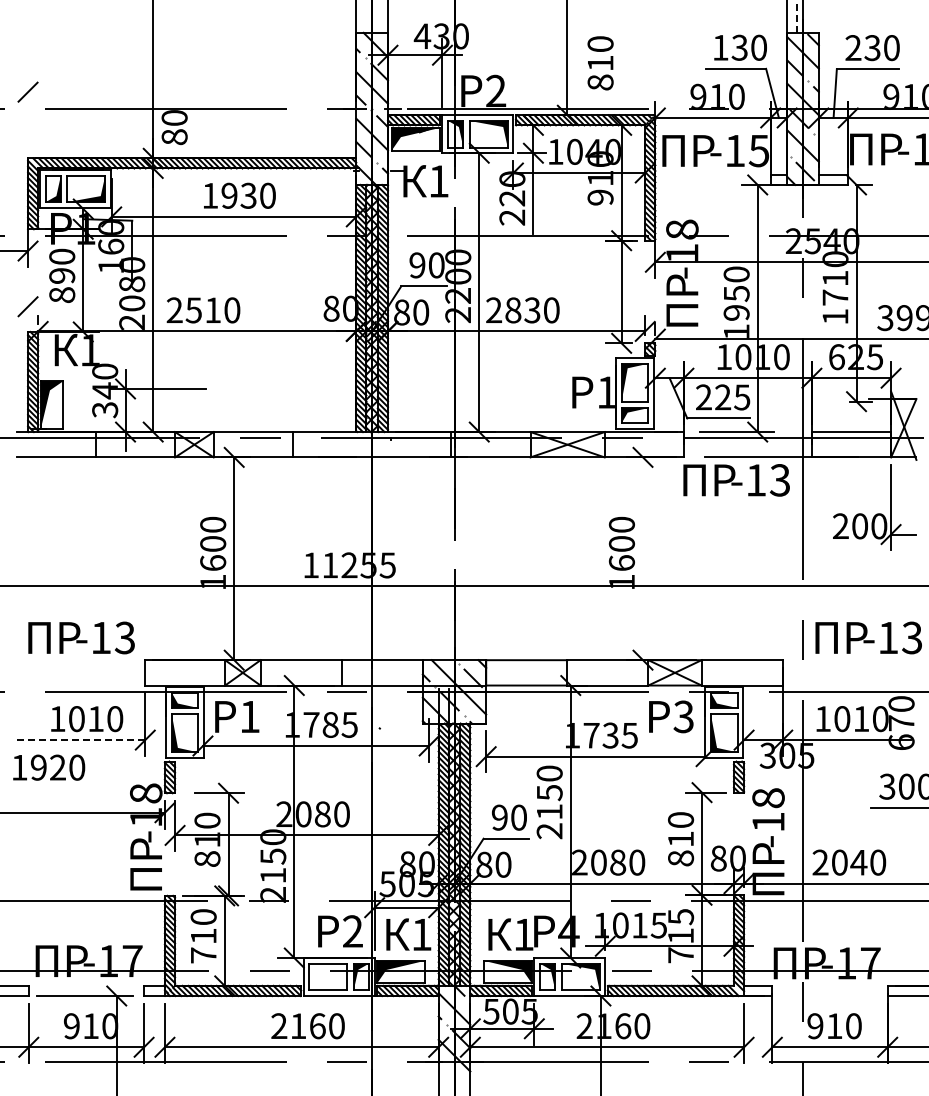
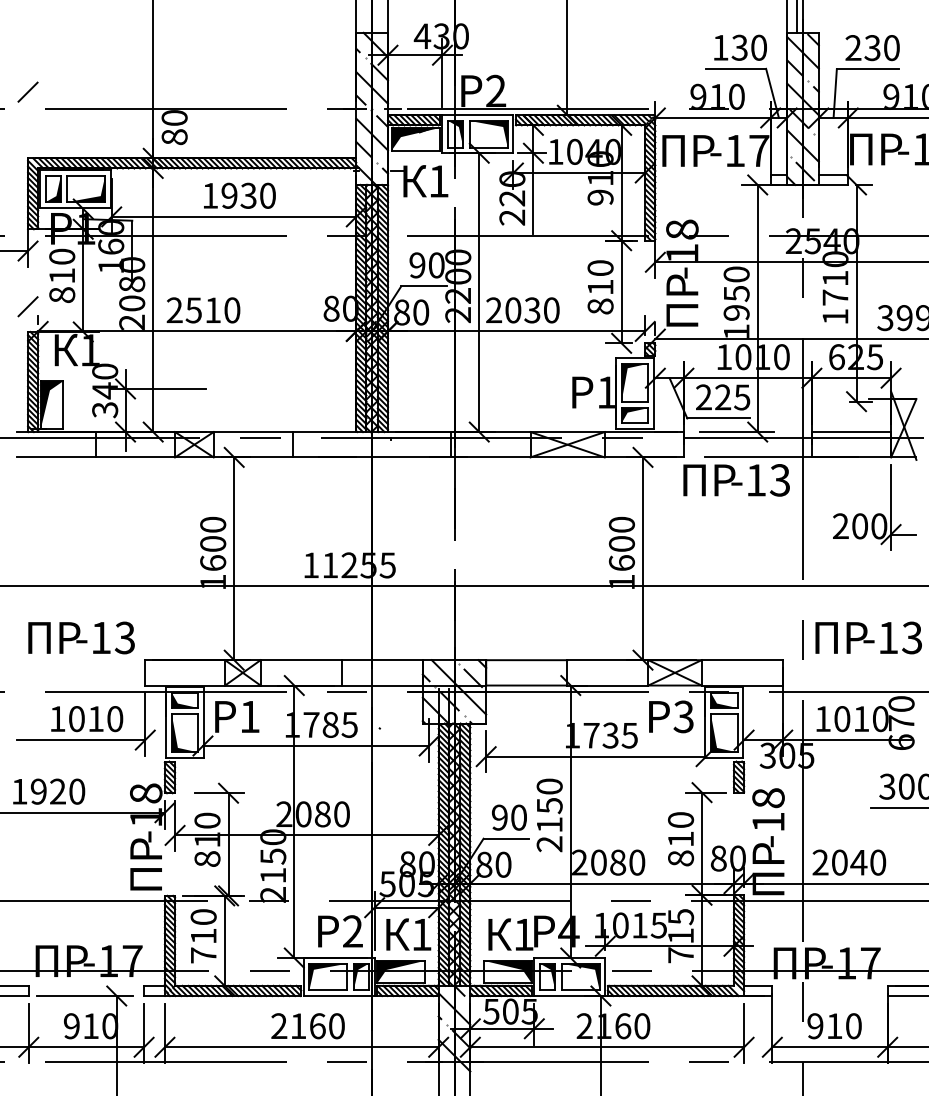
line at (797, 16): dashed -> solid
text at (600, 63) position: (600, 63) -> (600, 287)
text at (758, 151): -15 -> -17
text at (62, 275): 890 -> 810
text at (513, 310): 2830 -> 2030
line at (643, 558): none -> present
line at (81, 740): dashed -> solid
text at (49, 767) position: (49, 767) -> (49, 791)
text at (549, 802) position: (549, 802) -> (549, 815)
fill at (328, 976): none -> present
